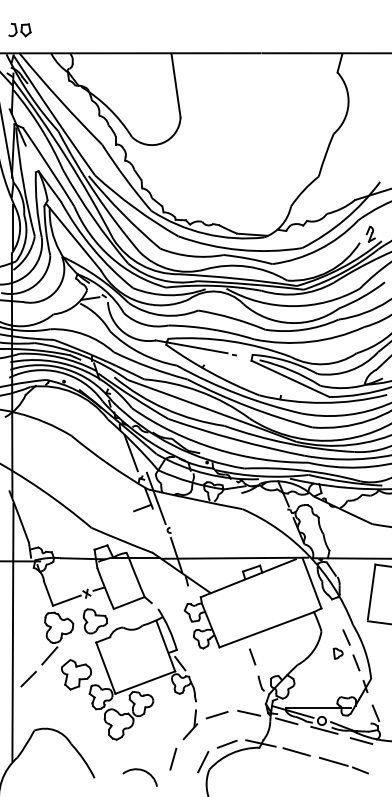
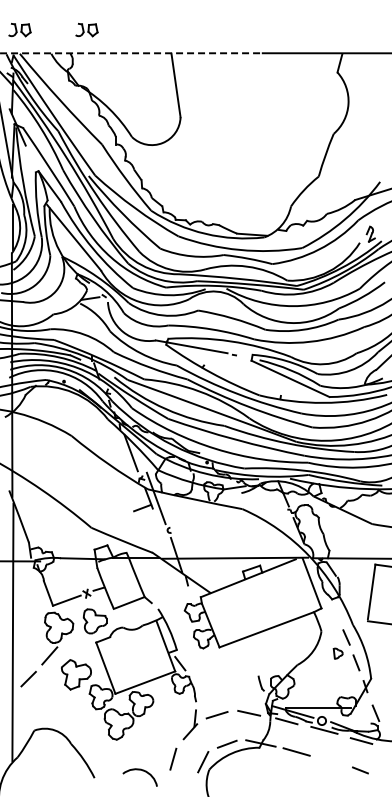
part at (86, 29): none -> present
line at (130, 53): solid -> dashed
line at (252, 656): present -> none
line at (333, 761): present -> none
